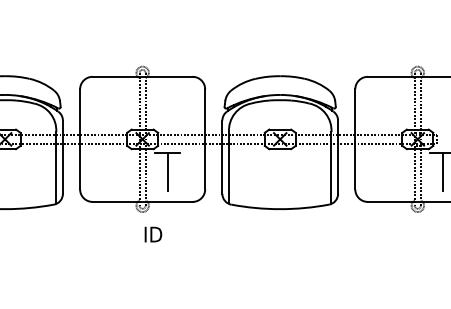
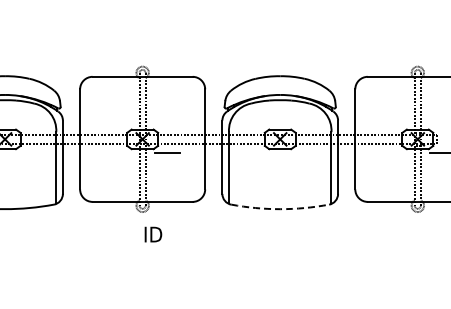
line at (167, 171): present -> none
line at (442, 171): present -> none
arc at (280, 209): solid -> dashed
